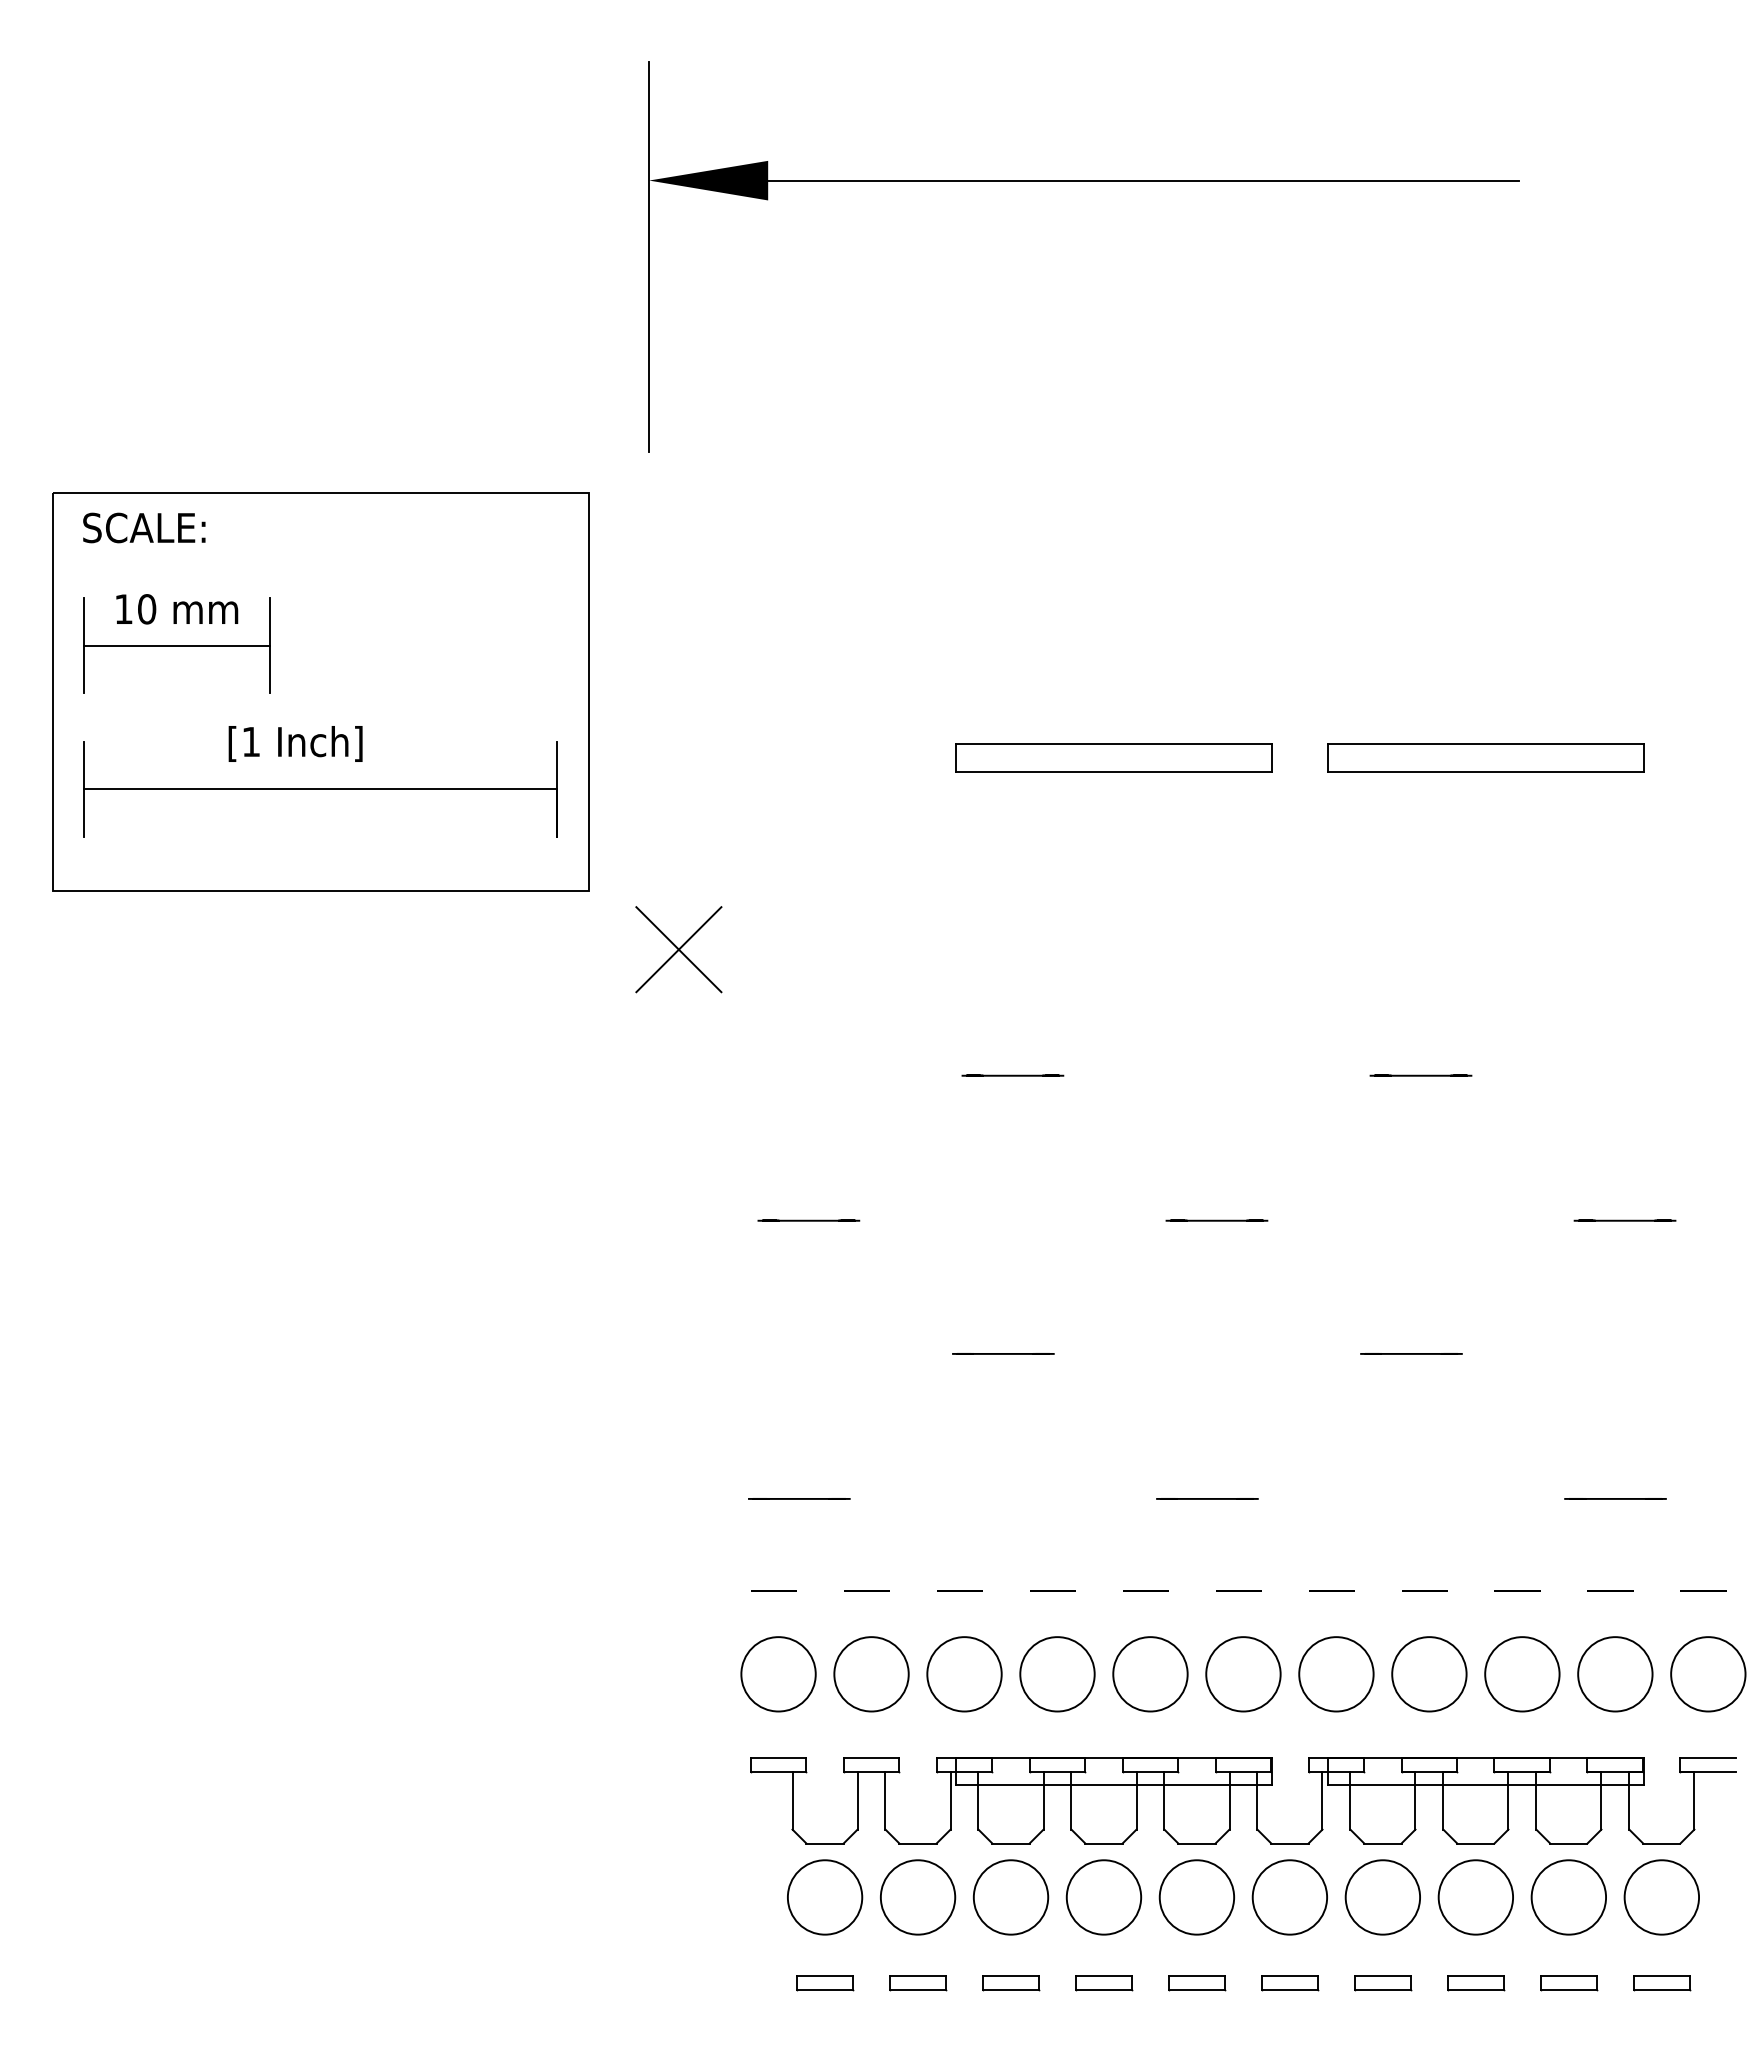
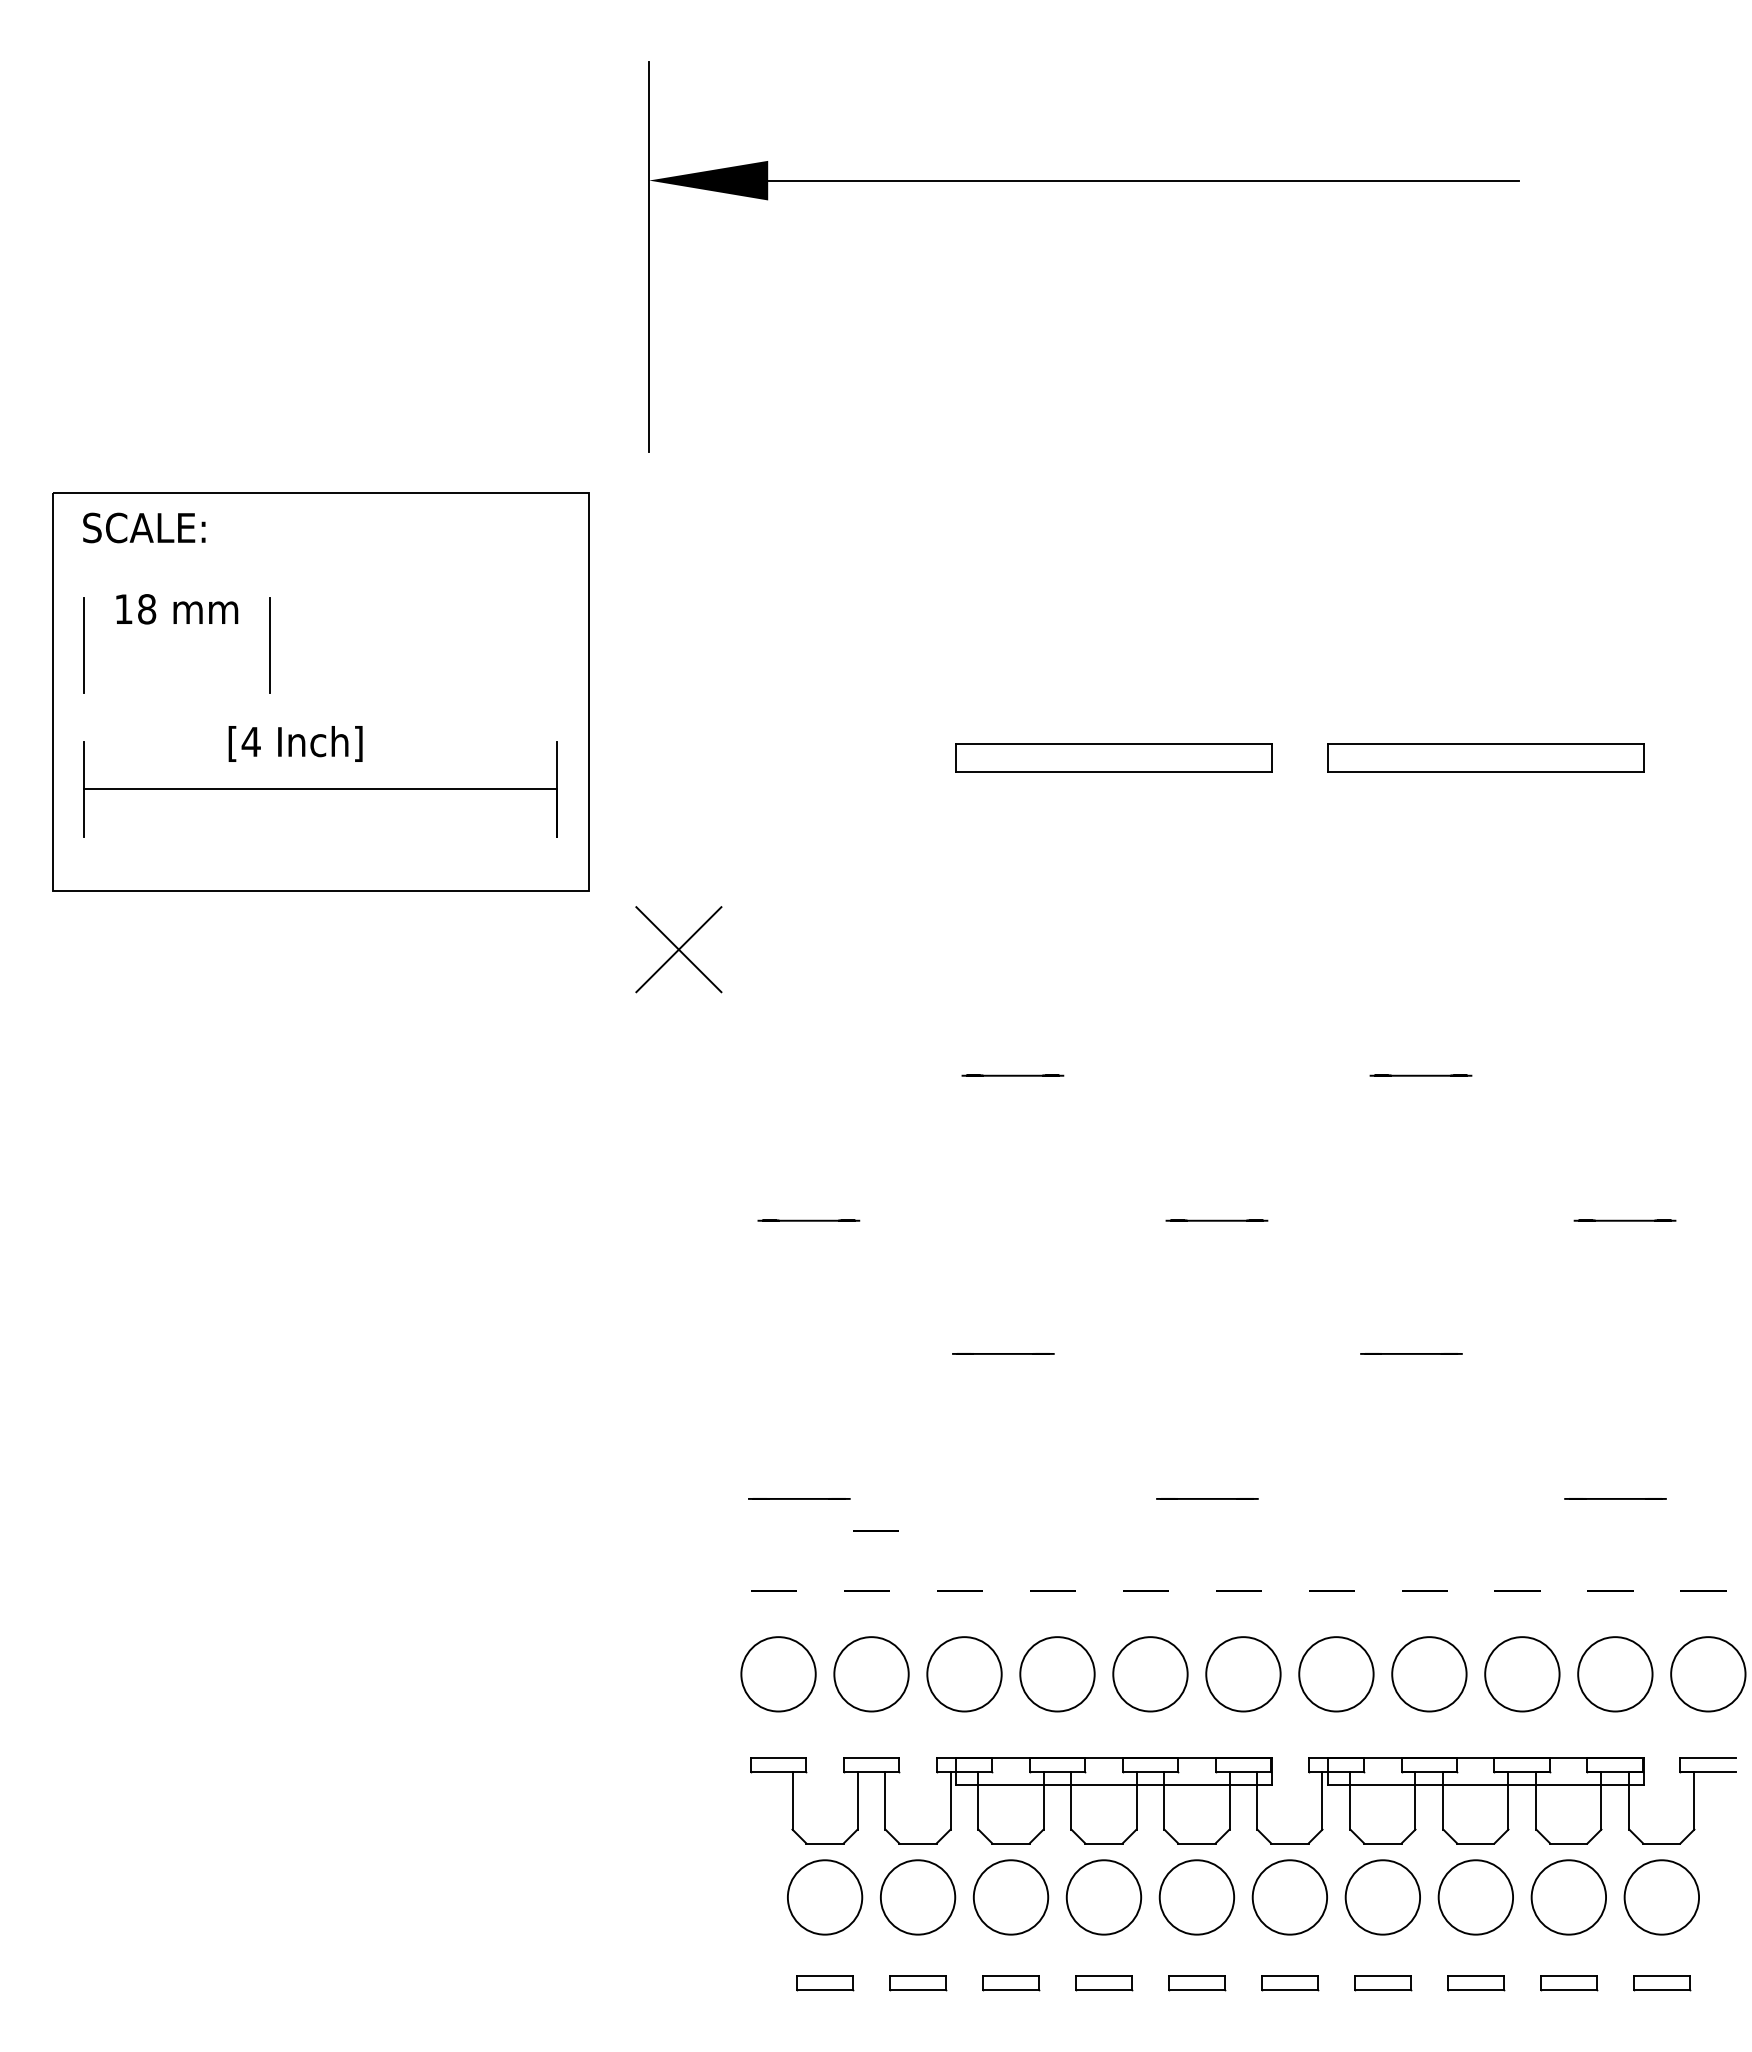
text at (147, 609): 10 -> 18
line at (177, 645): present -> none
text at (250, 741): [1 -> [4
line at (875, 1530): none -> present
